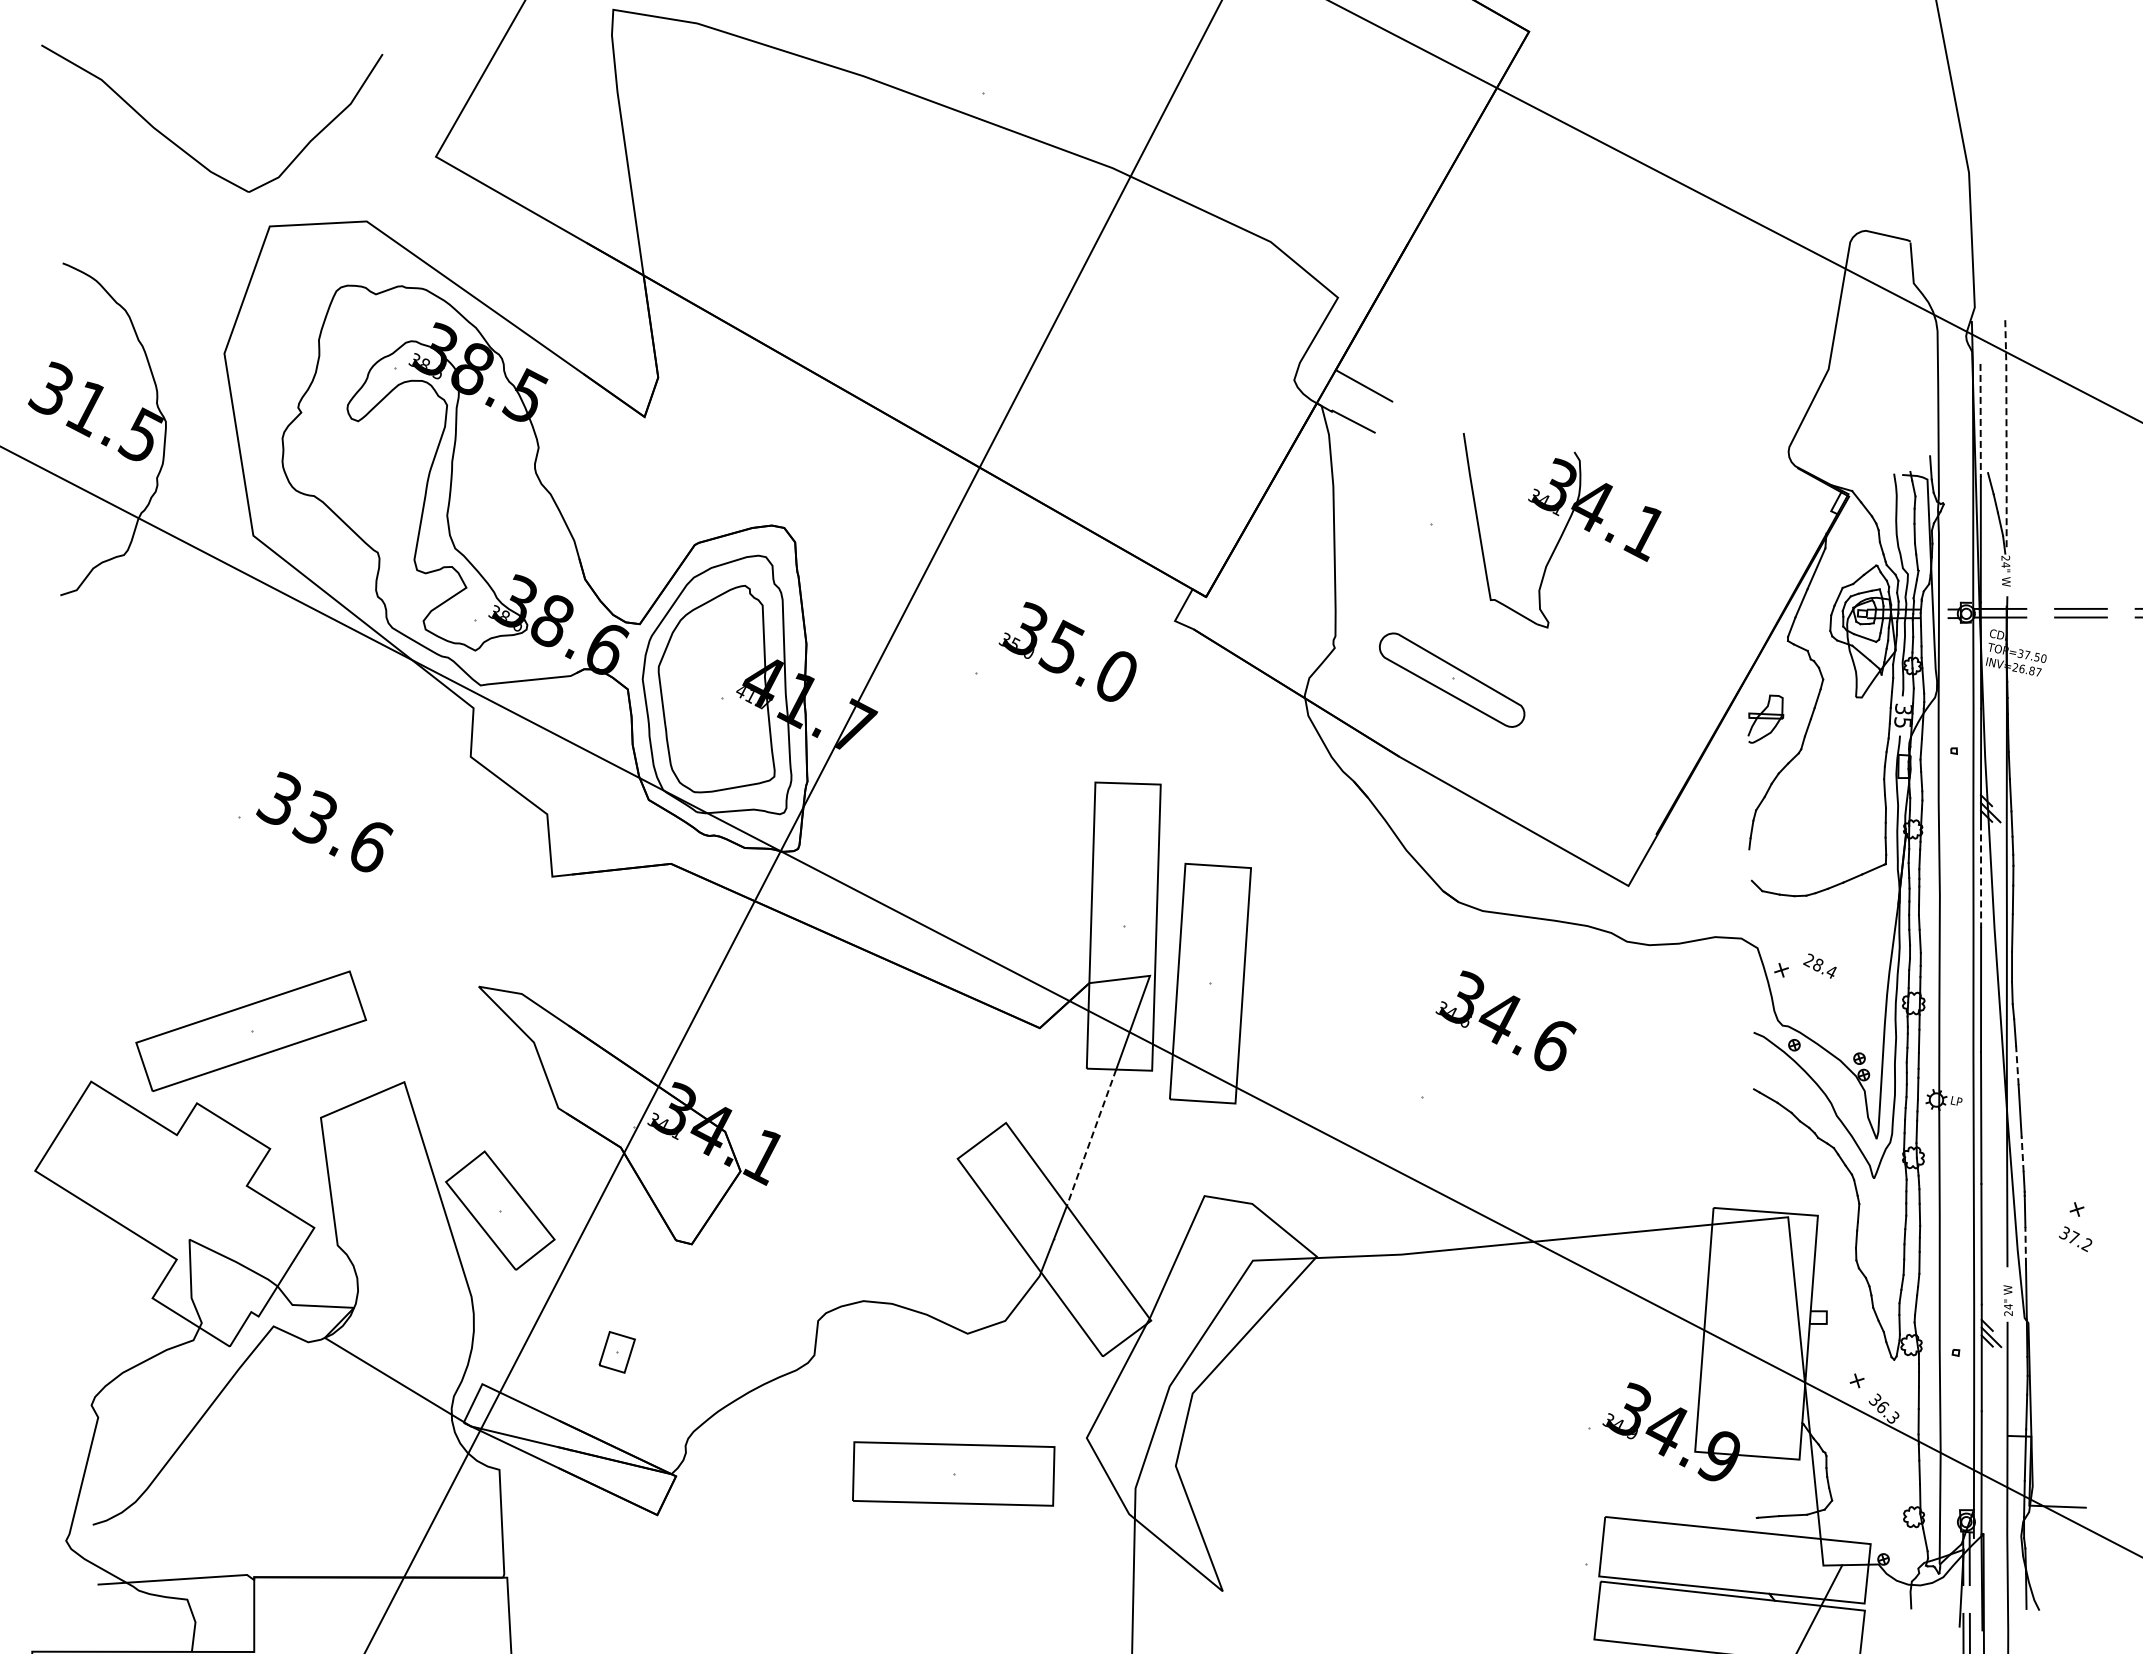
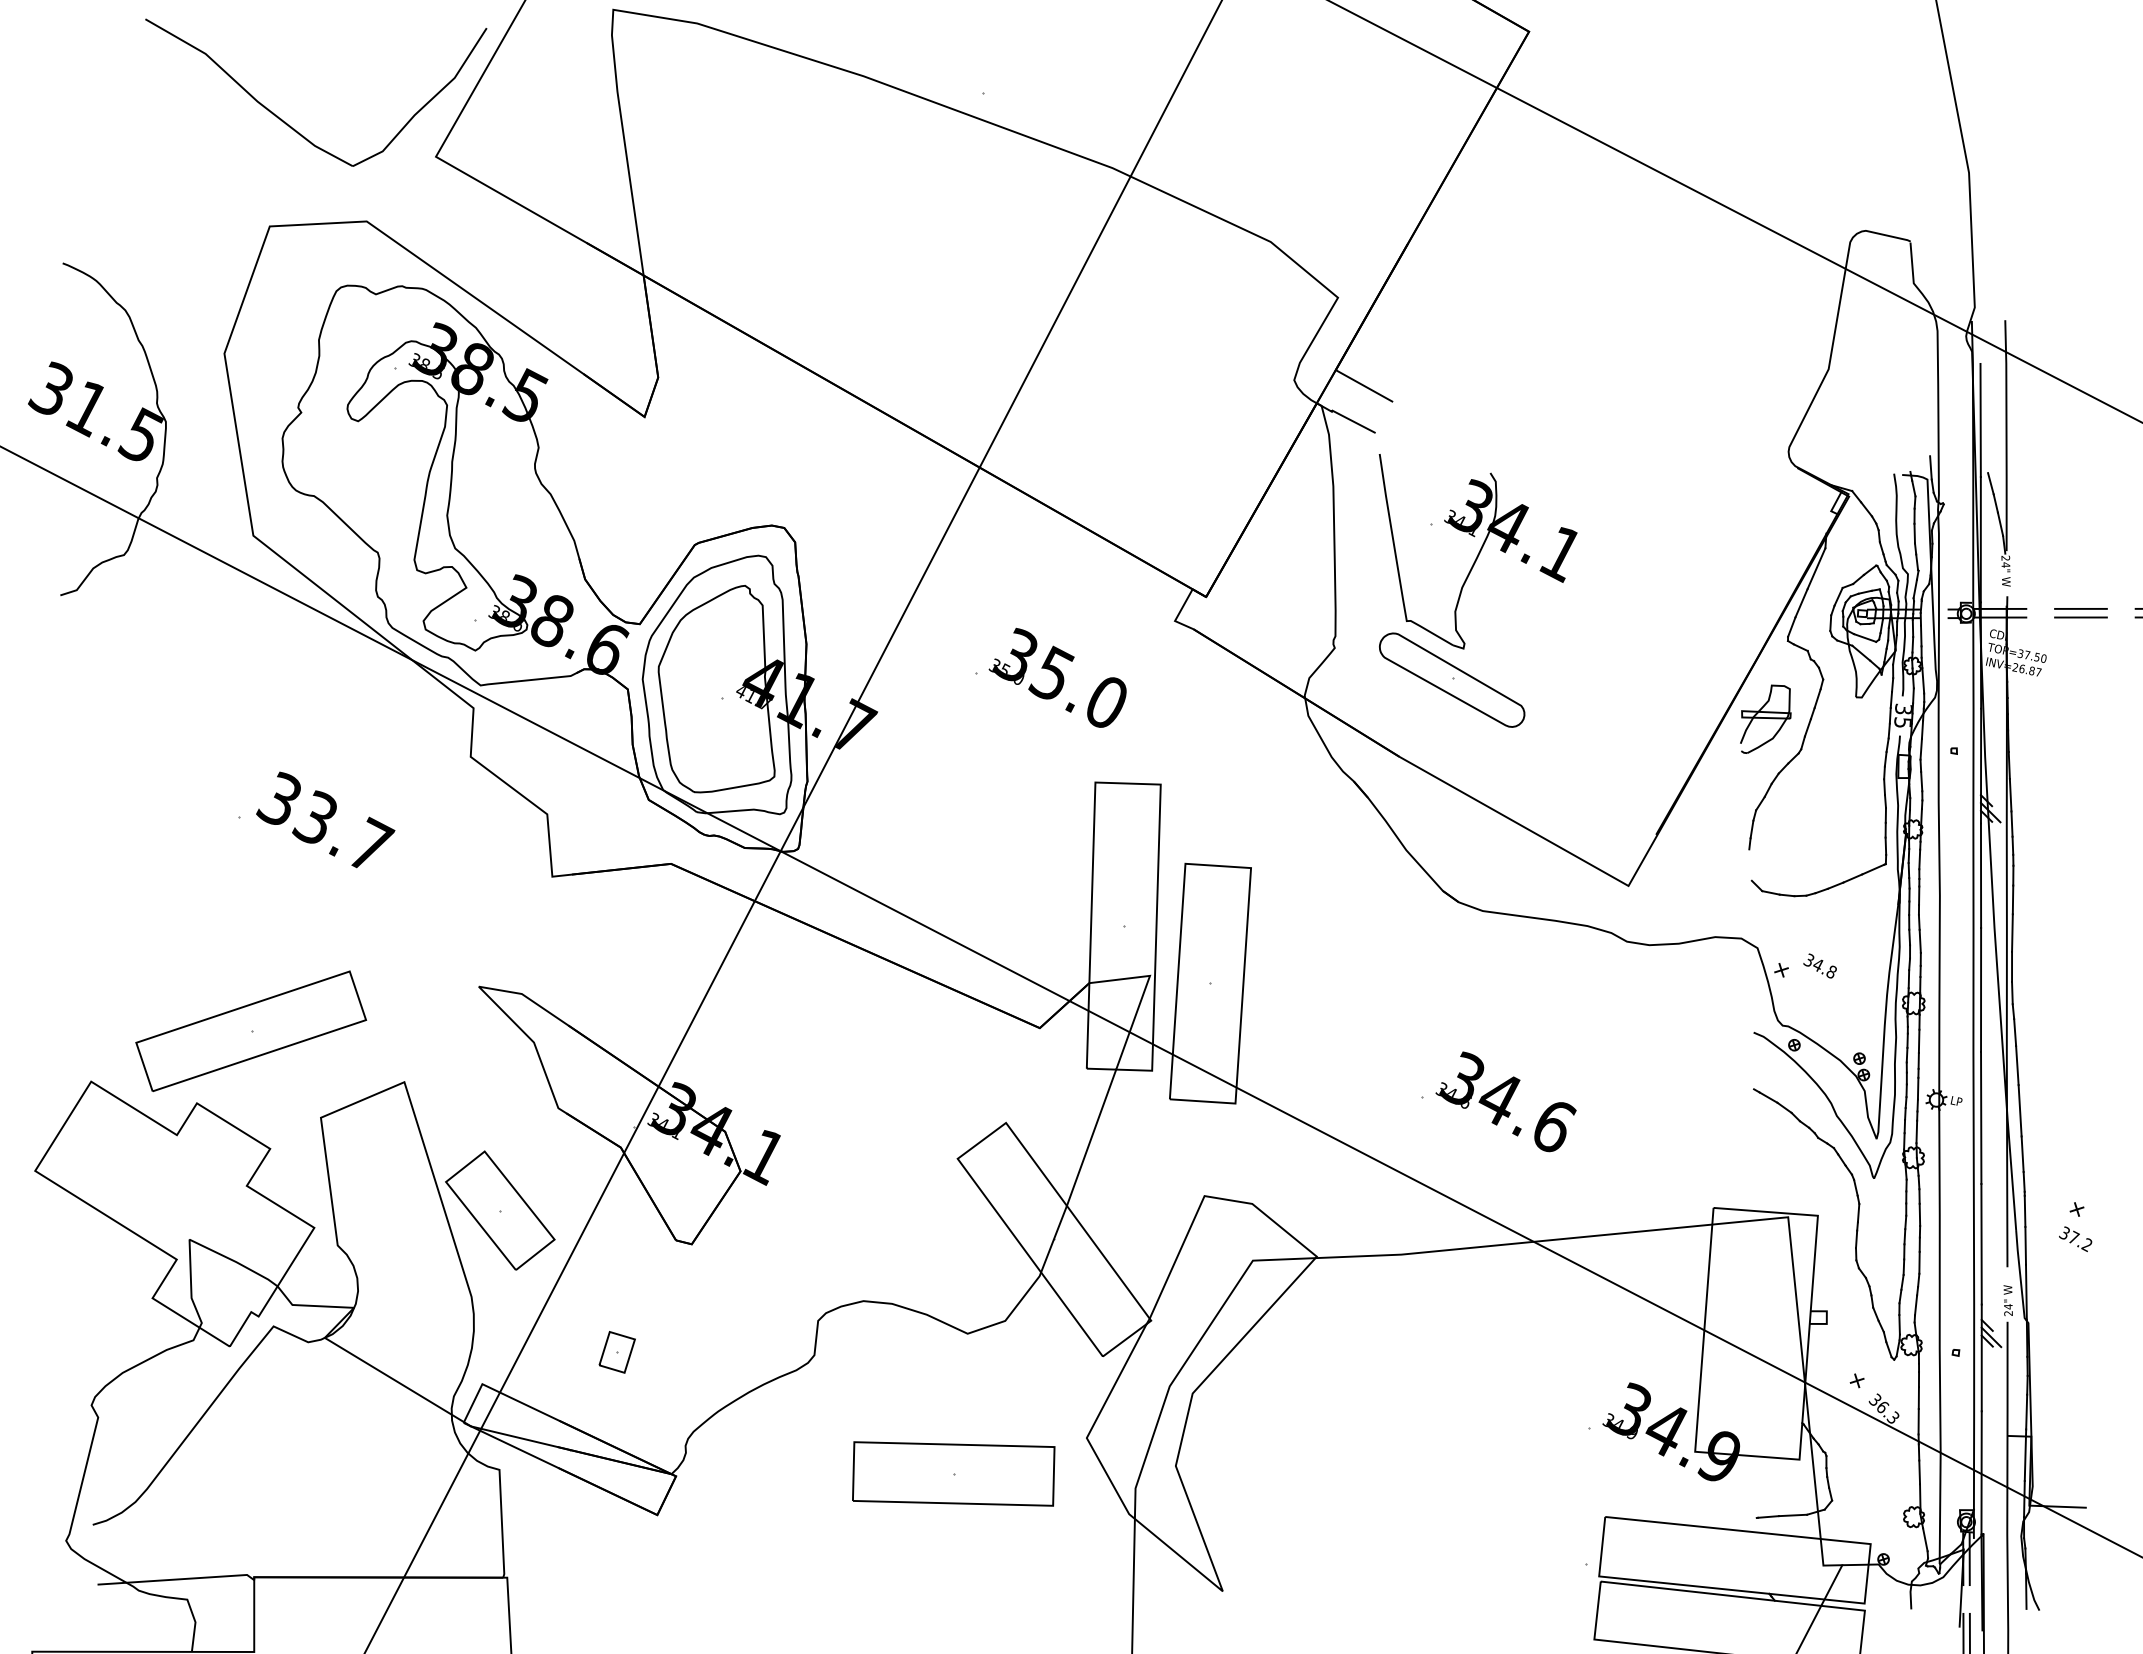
part at (186, 151) position: (186, 151) -> (290, 125)
line at (1980, 420): dashed -> solid
line at (2006, 436): dashed -> solid
part at (1561, 530) position: (1561, 530) -> (1477, 551)
text at (1067, 651) position: (1067, 651) -> (1057, 677)
part at (1765, 718) size: 38x50 px -> 52x70 px
text at (373, 844): 33.6 -> 33.7
line at (1981, 876): dashed -> solid
text at (1819, 965): 28.4 -> 34.8
text at (1505, 1020) position: (1505, 1020) -> (1505, 1101)
line at (2017, 1065): dashed -> solid
line at (1091, 1138): dashed -> solid
line at (2022, 1154): dashed -> solid
line at (2025, 1245): dashed -> solid
